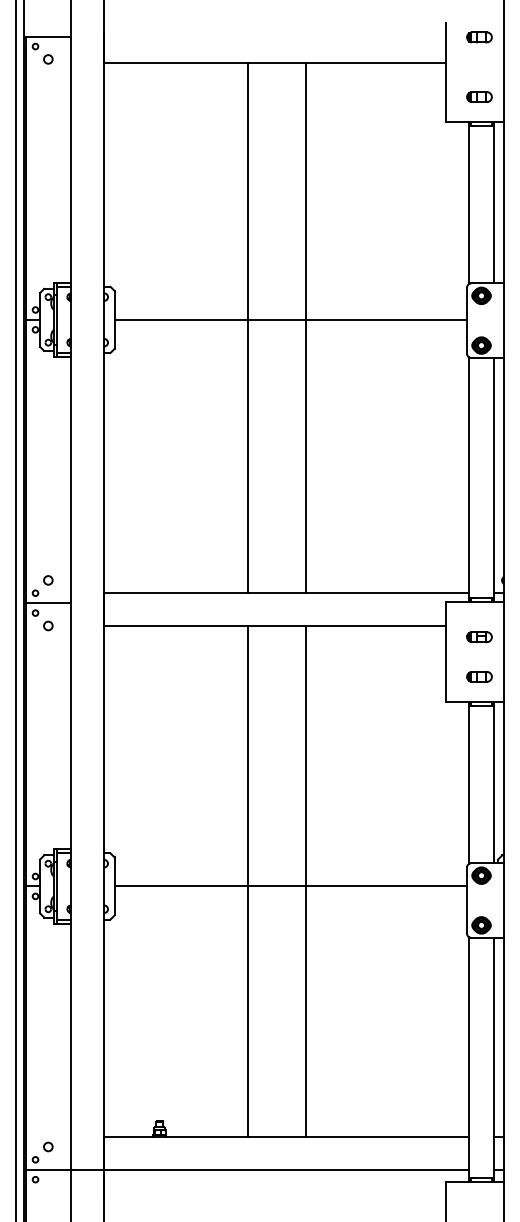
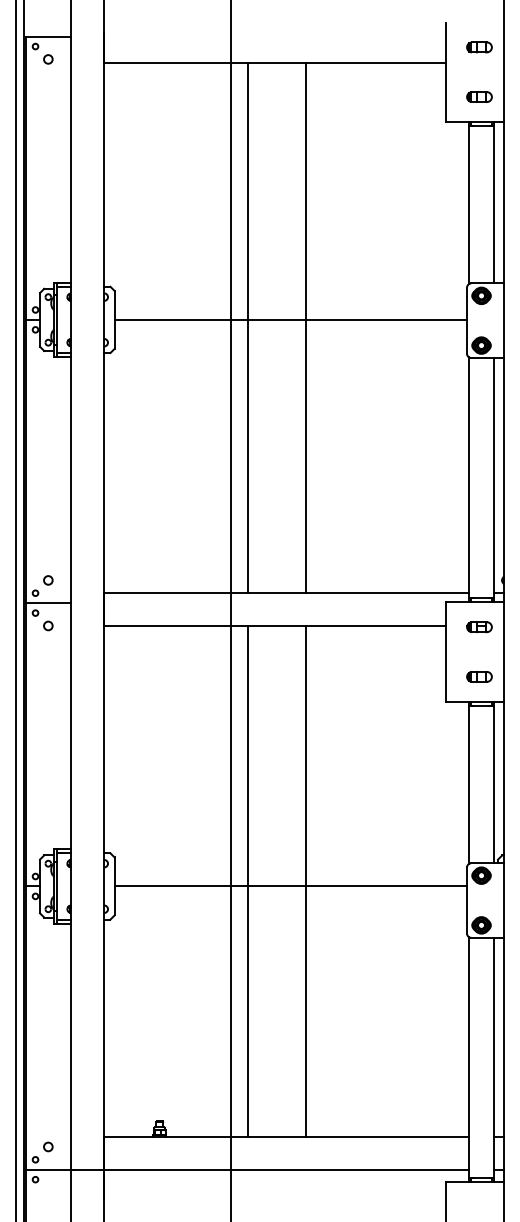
part at (479, 37) position: (479, 37) -> (479, 47)
line at (231, 610): none -> present
part at (479, 637) position: (479, 637) -> (479, 627)
